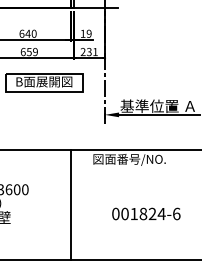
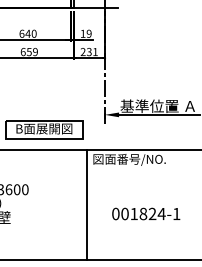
part at (44, 82) position: (44, 82) -> (44, 129)
line at (71, 205) position: (71, 205) -> (87, 205)
text at (176, 213): 001824-6 -> 001824-1
